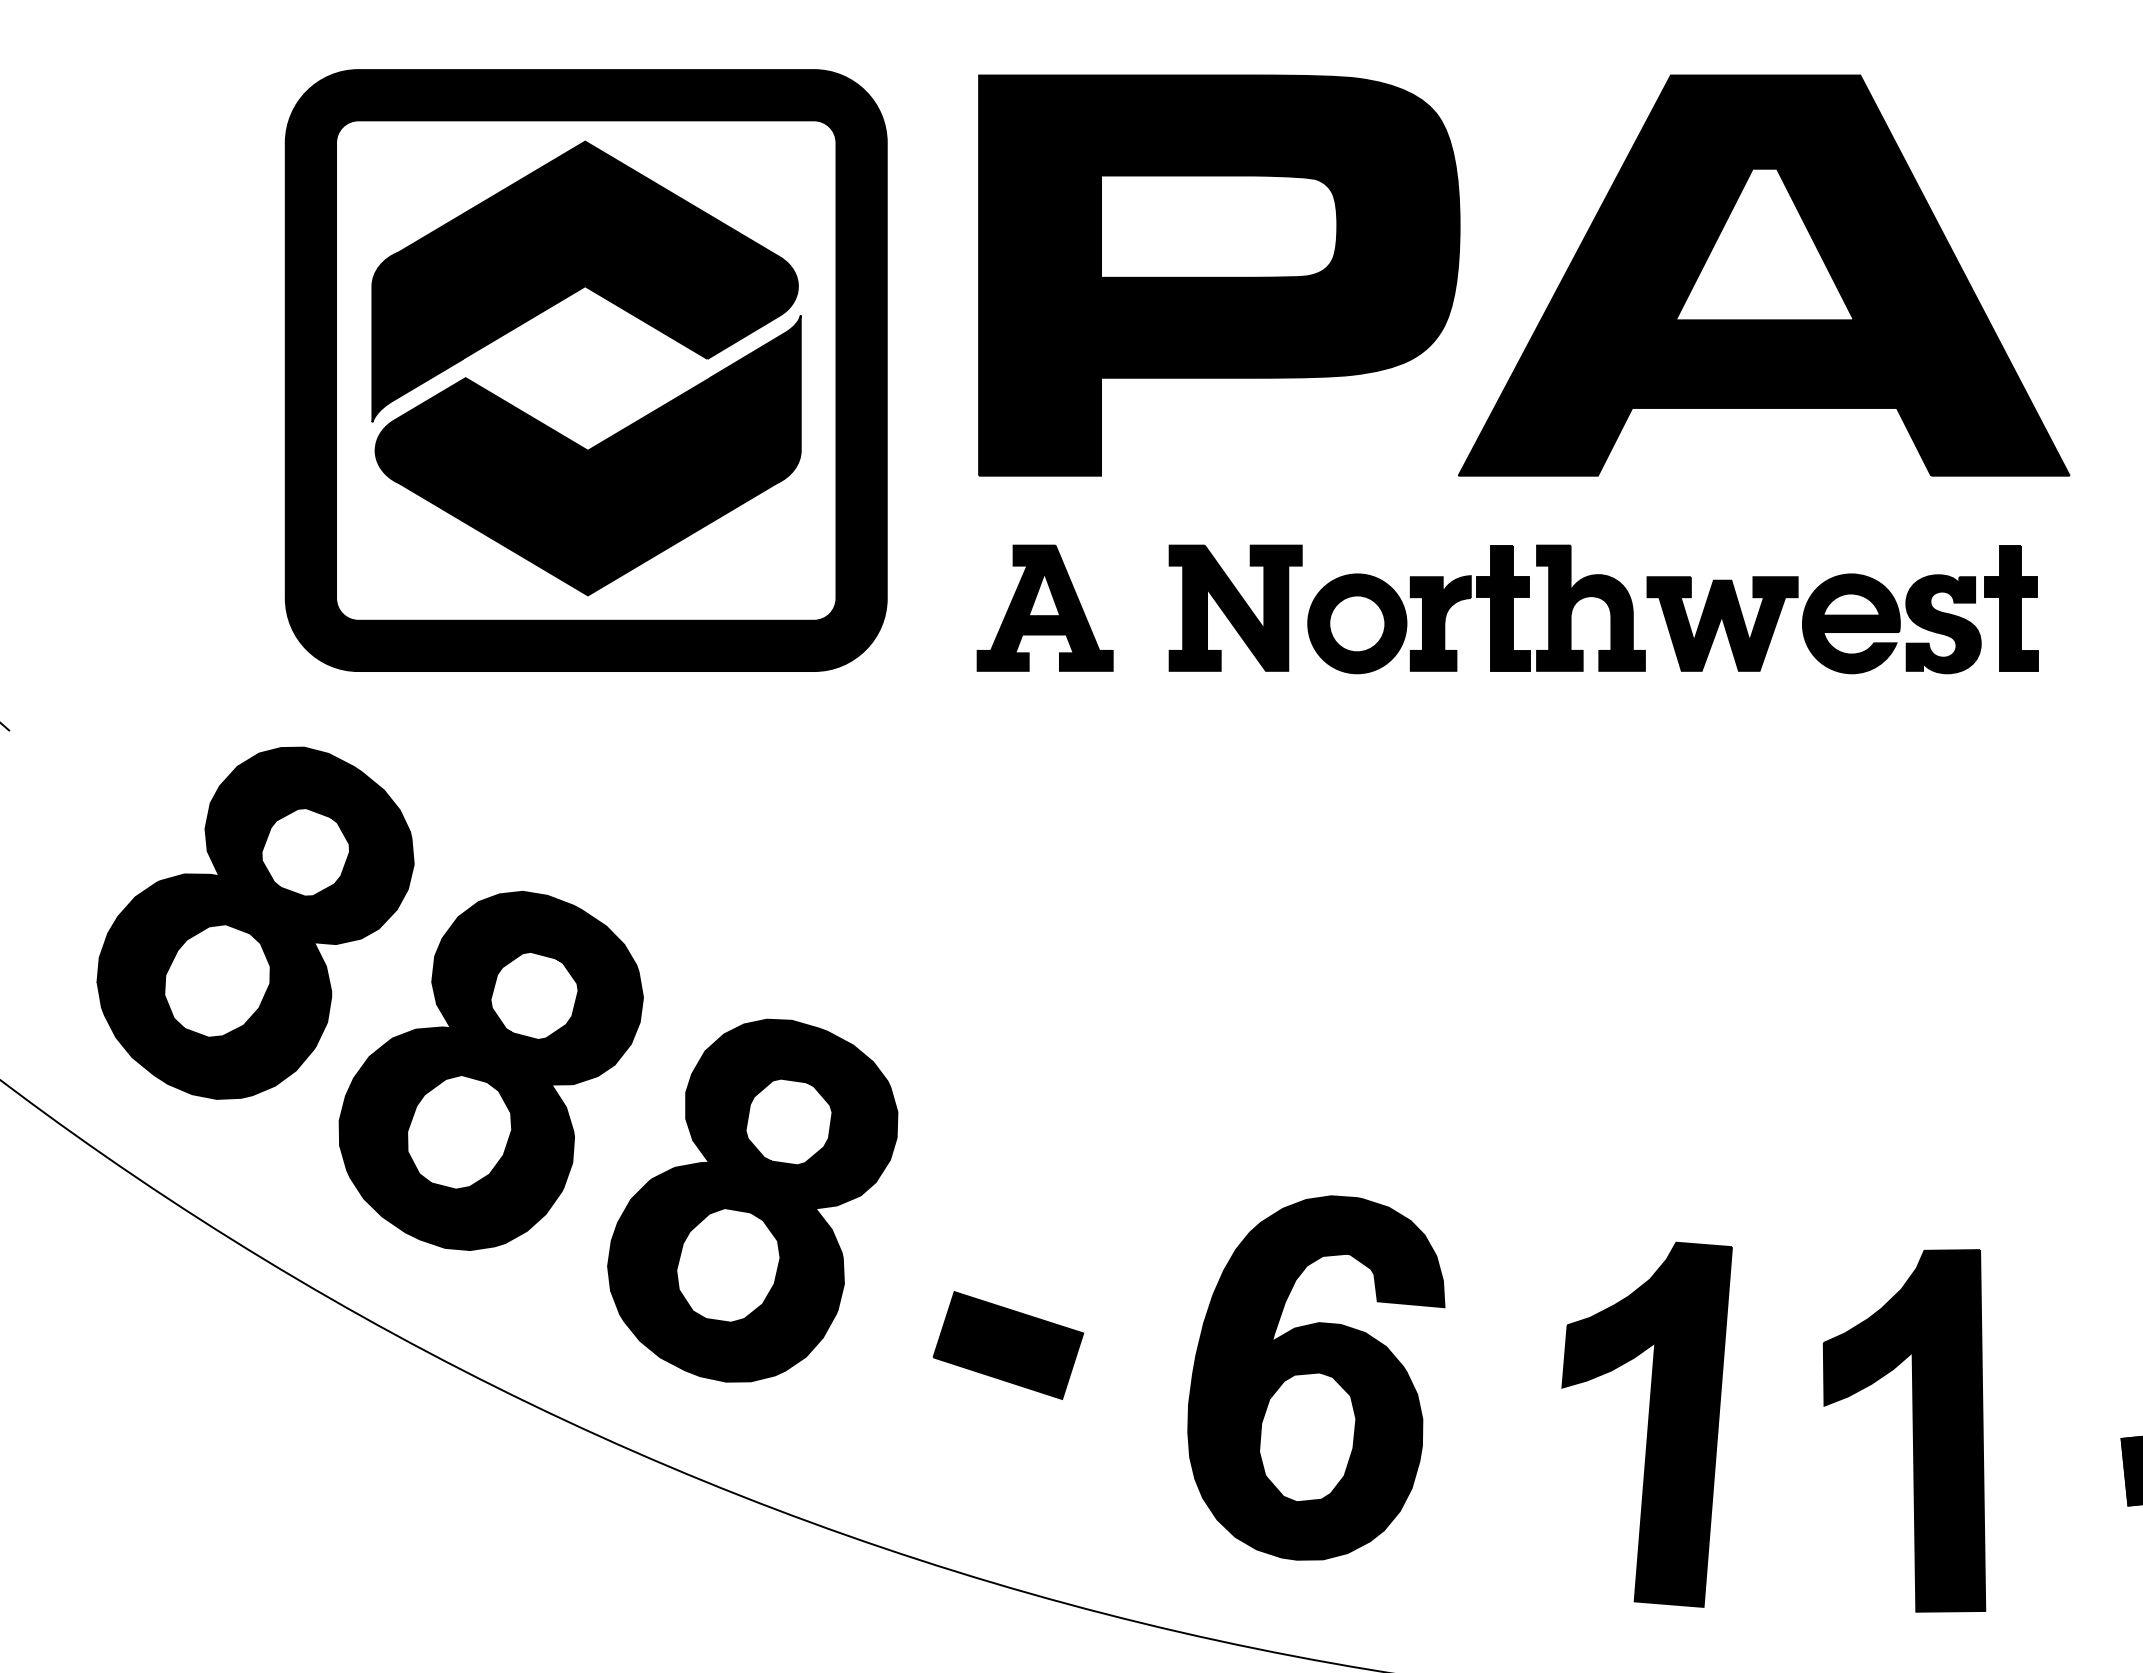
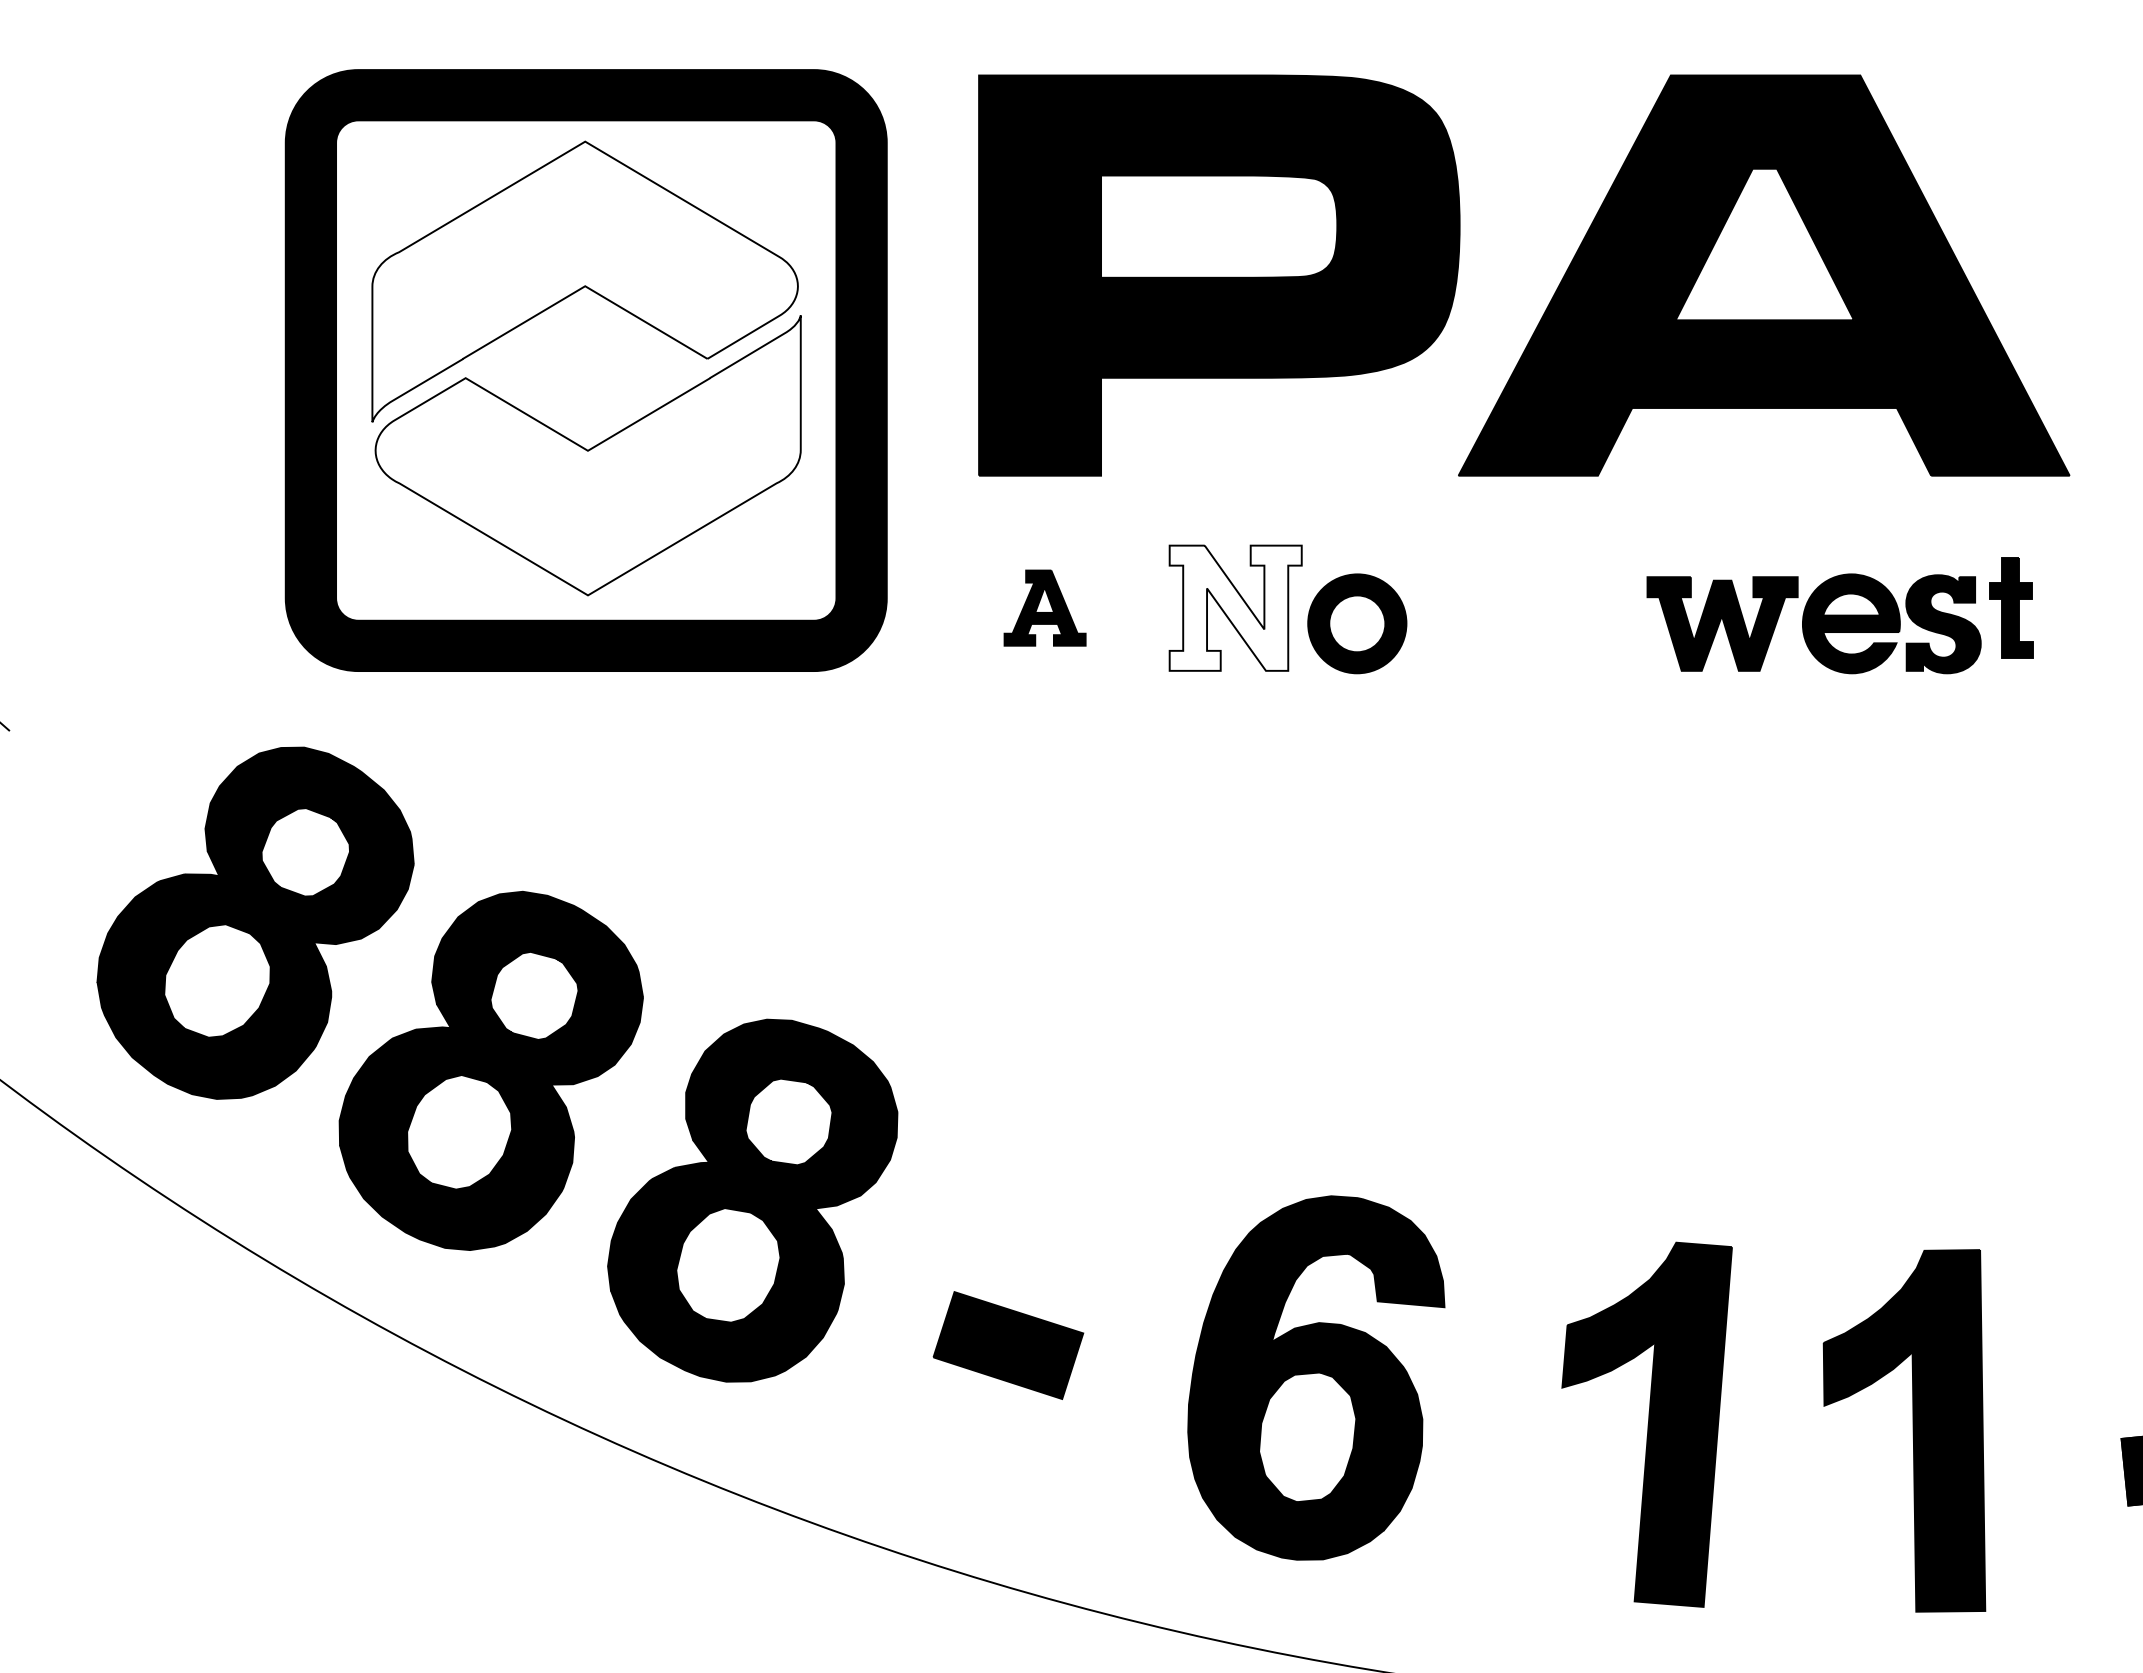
fill at (584, 281): present -> none
fill at (587, 455): present -> none
part at (1527, 597): present -> none
part at (1044, 607) size: 138x128 px -> 84x78 px
fill at (1235, 607): present -> none
part at (2011, 608) size: 55x127 px -> 45x102 px
